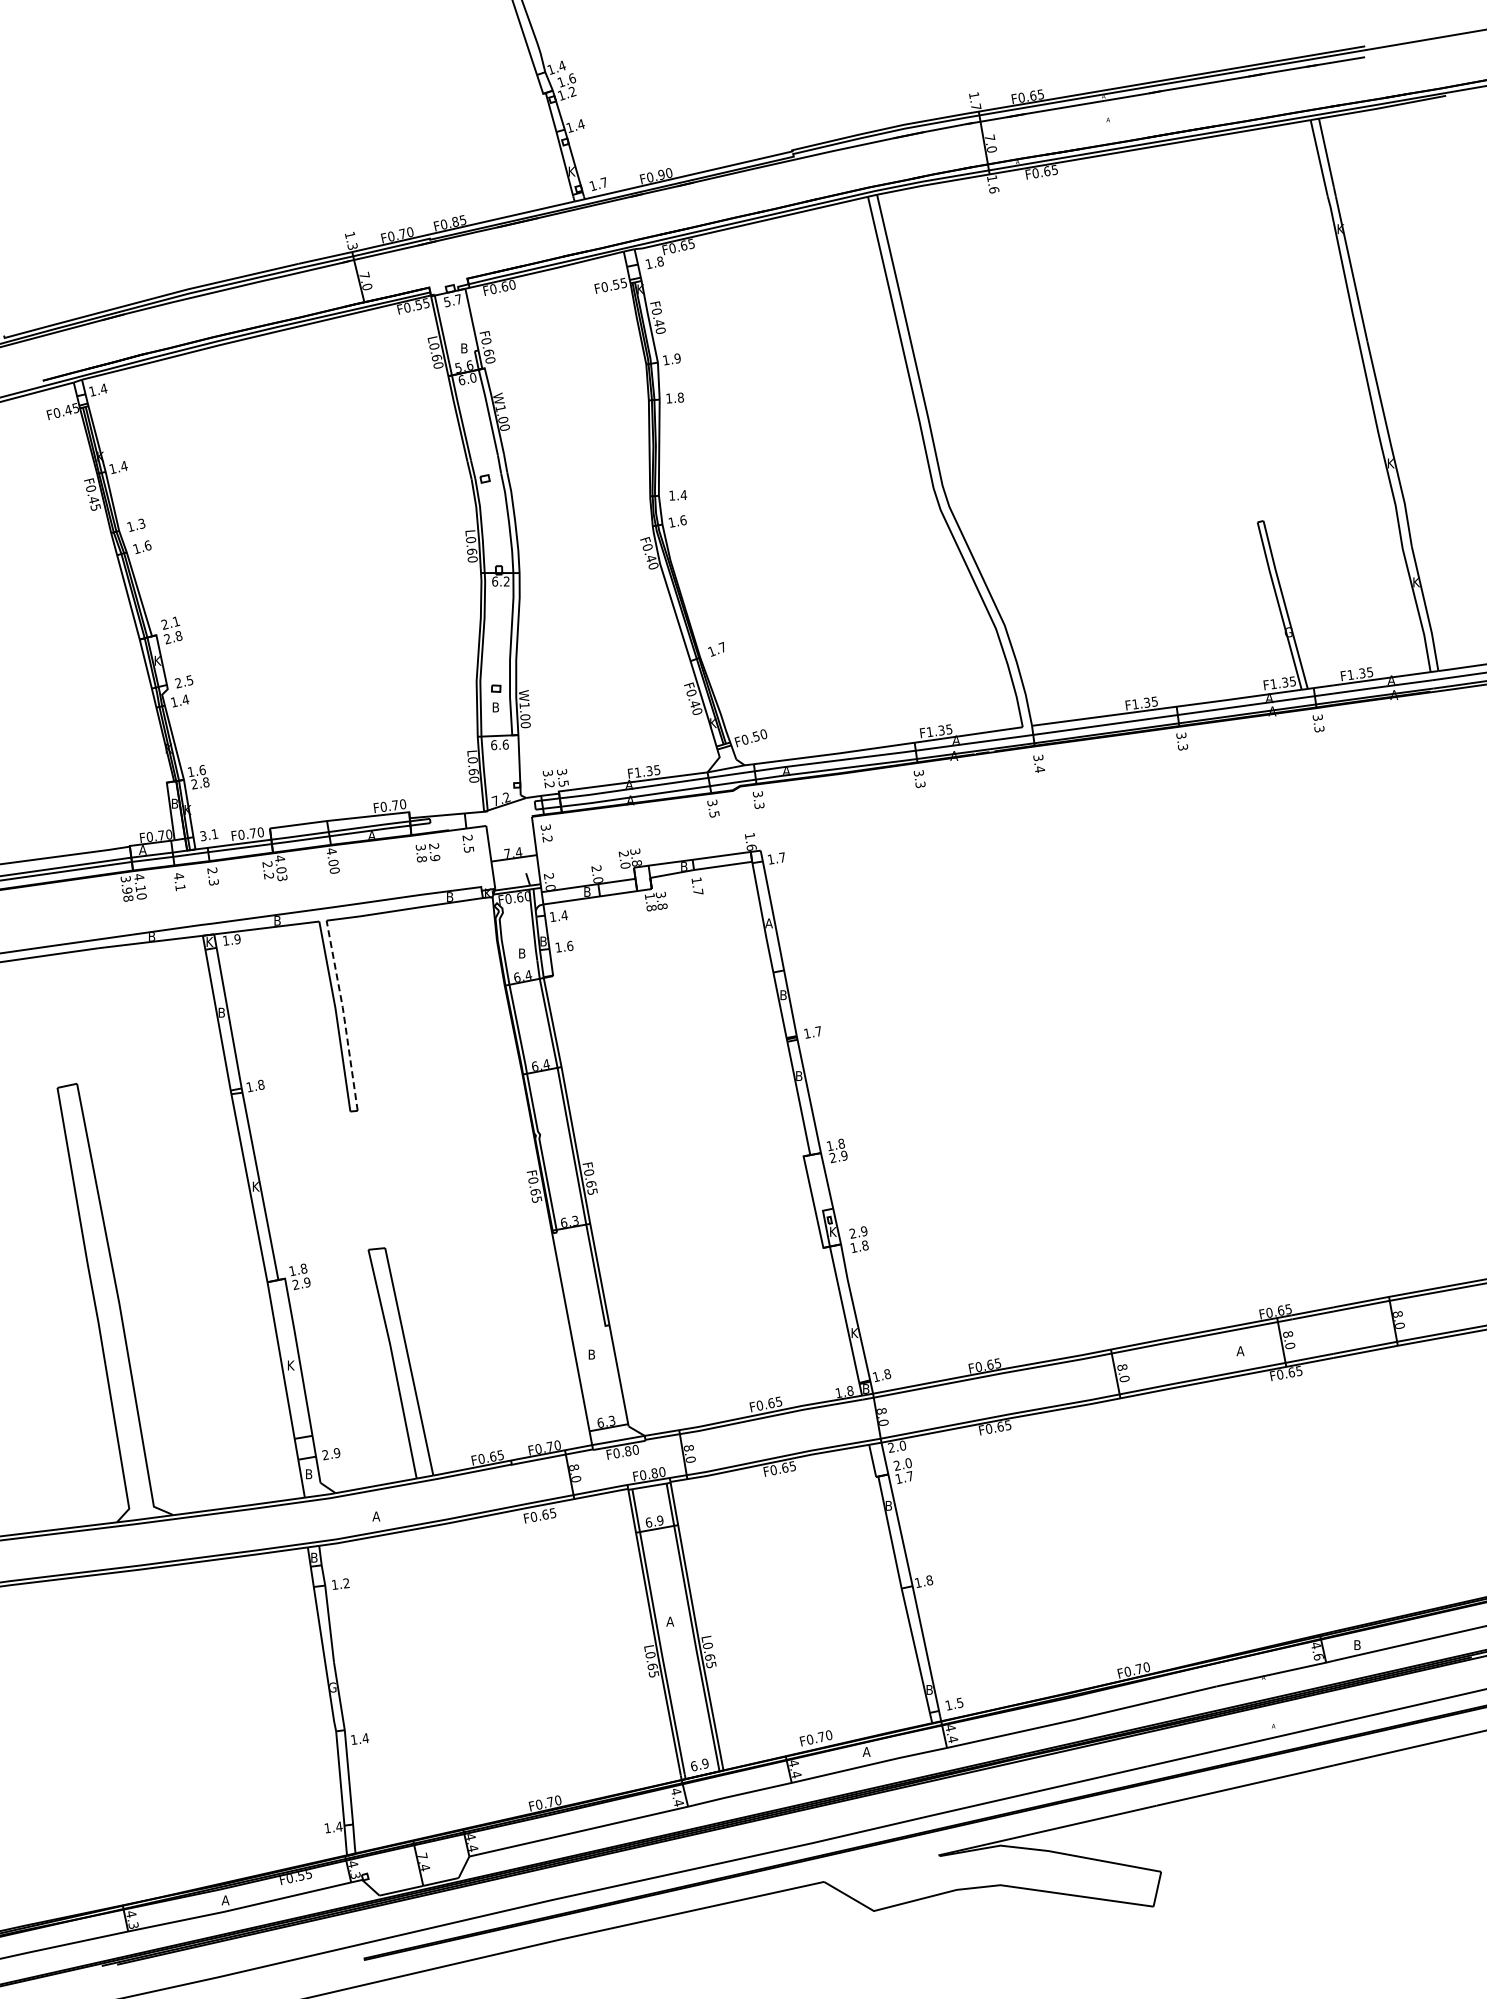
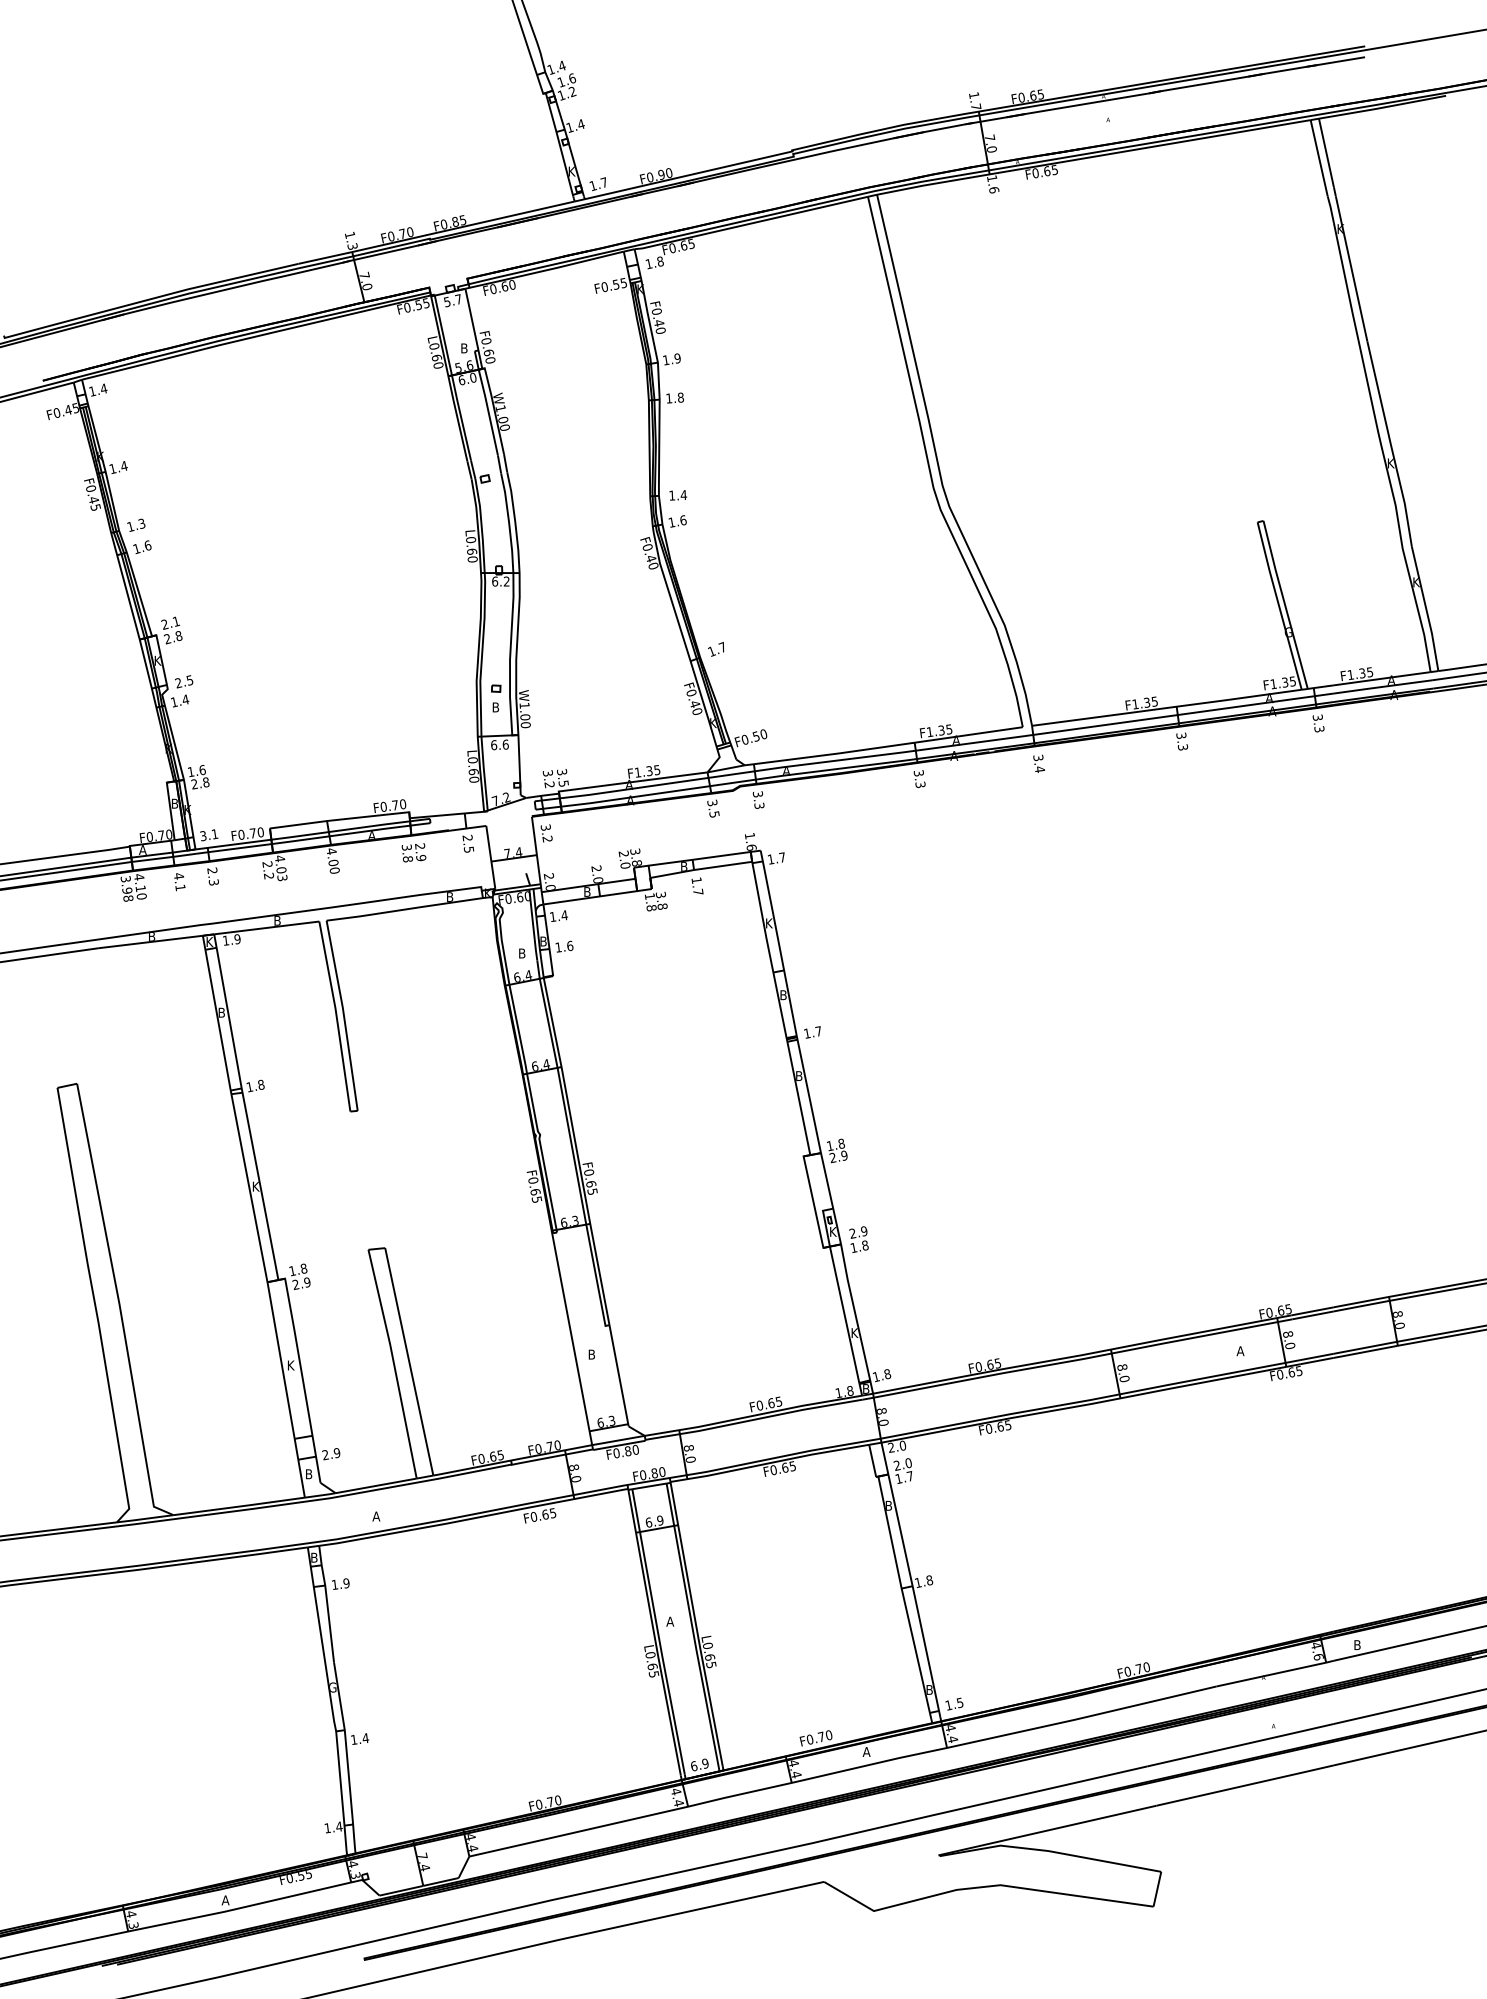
text at (427, 852) position: (427, 852) -> (413, 852)
text at (768, 923): A -> K
line at (343, 1014): dashed -> solid
text at (346, 1583): 1.2 -> 1.9
